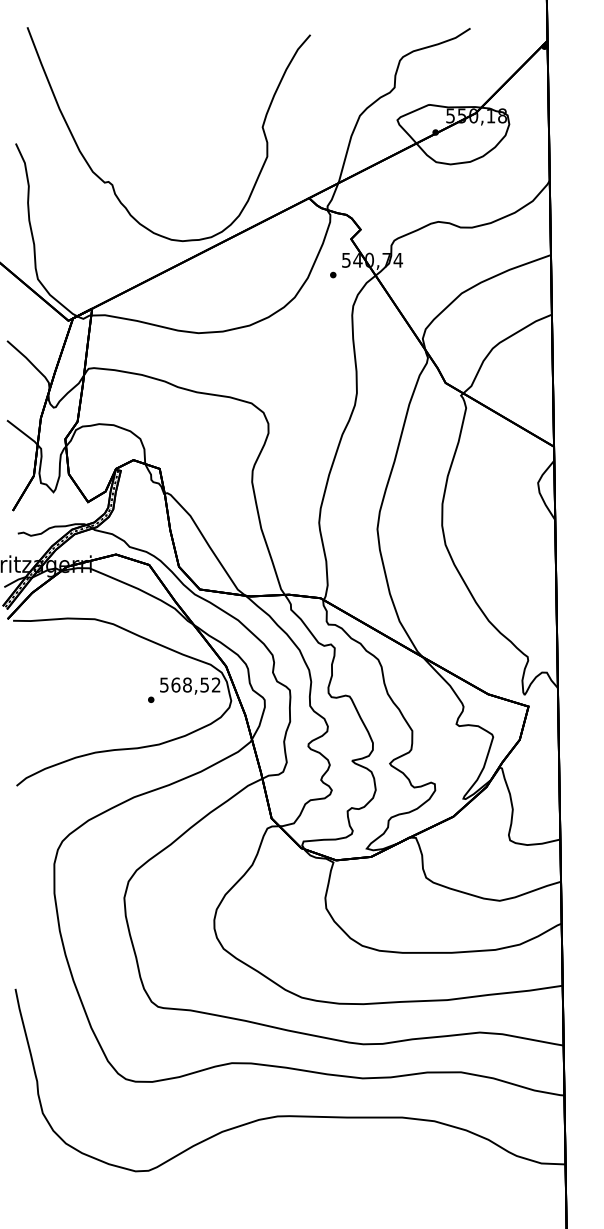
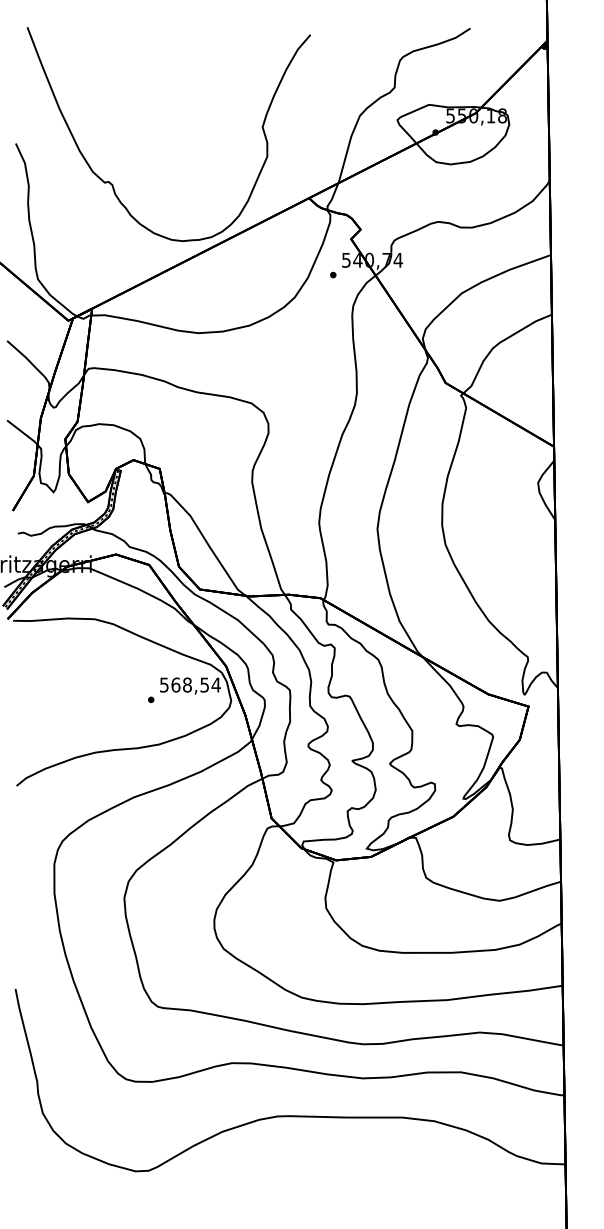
text at (215, 684): 568,52 -> 568,54
